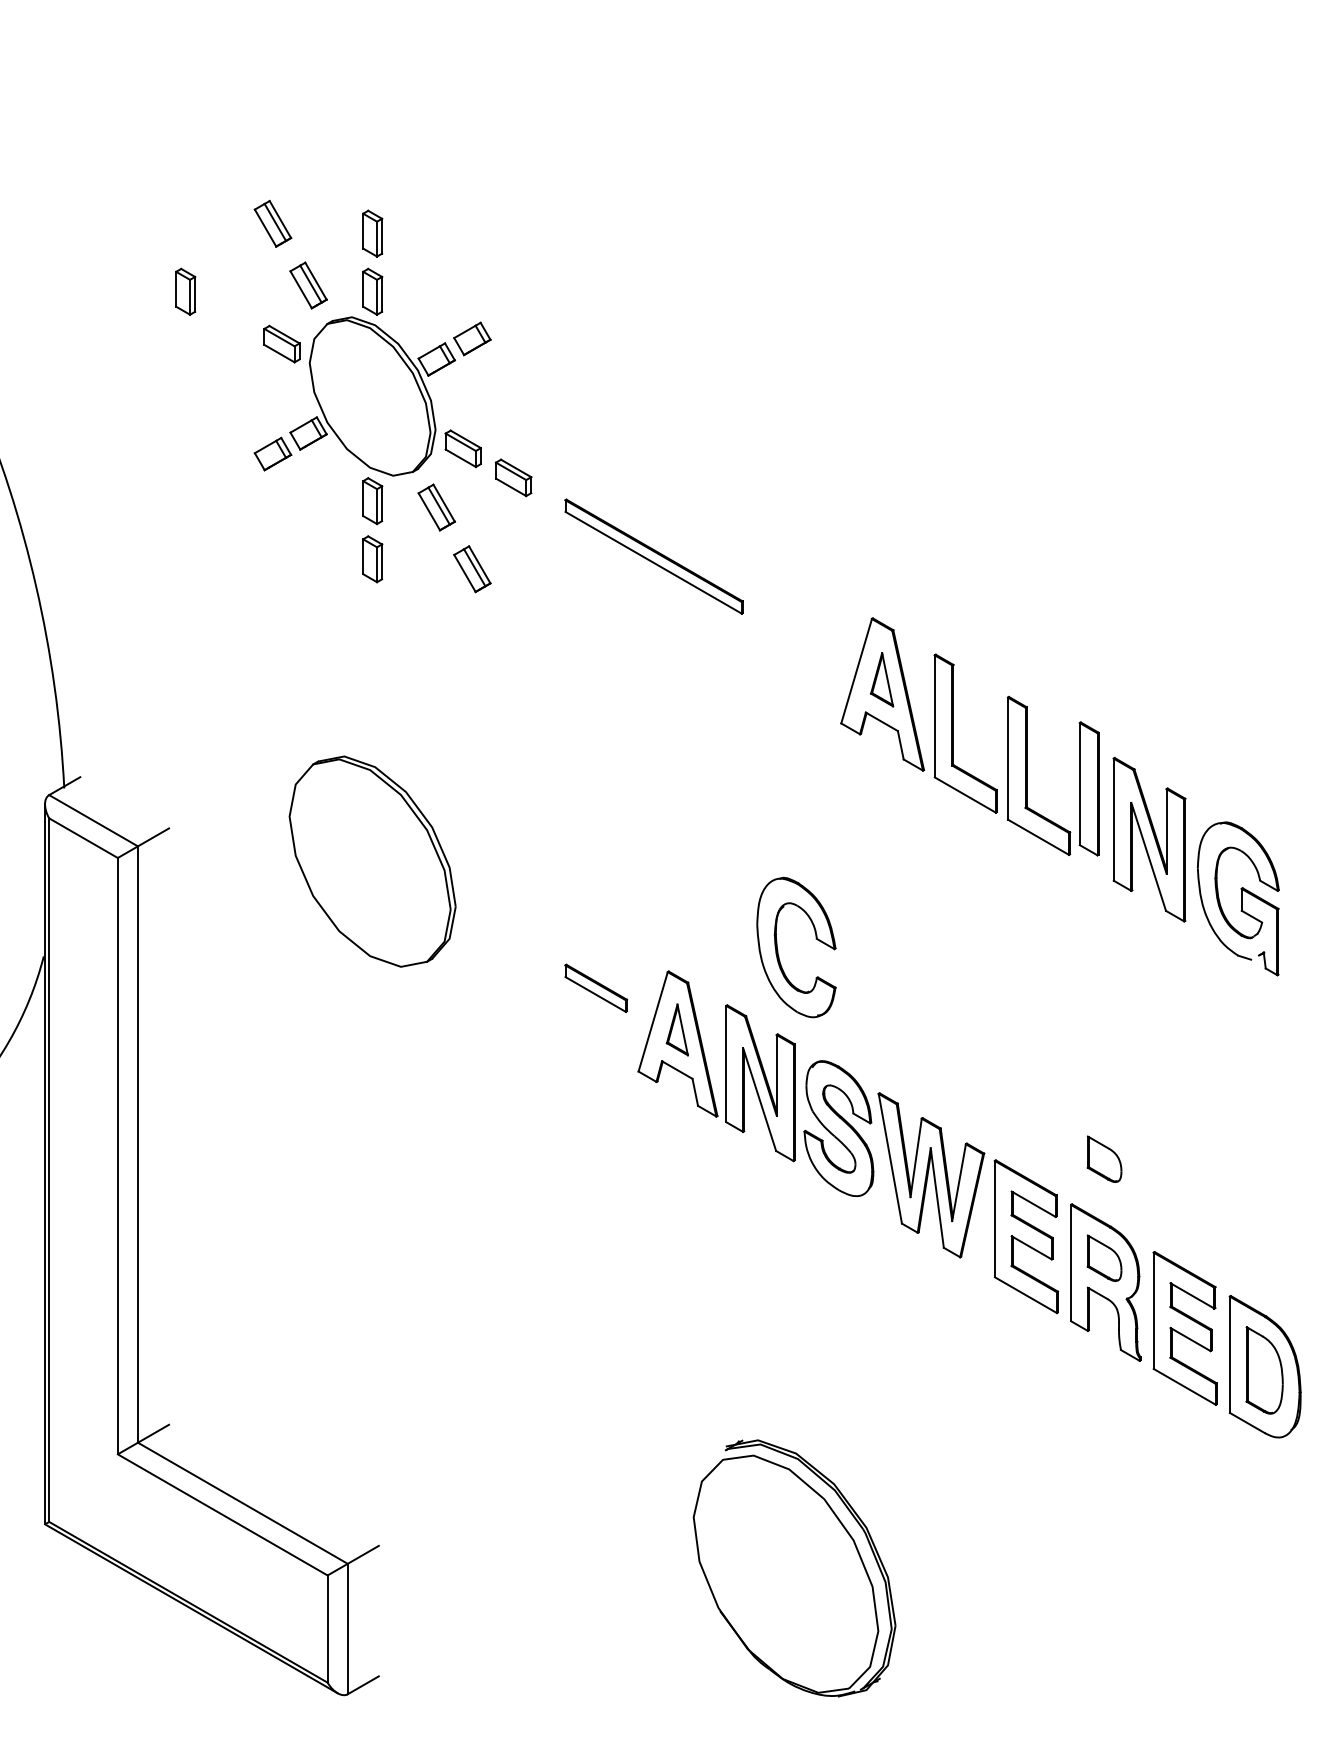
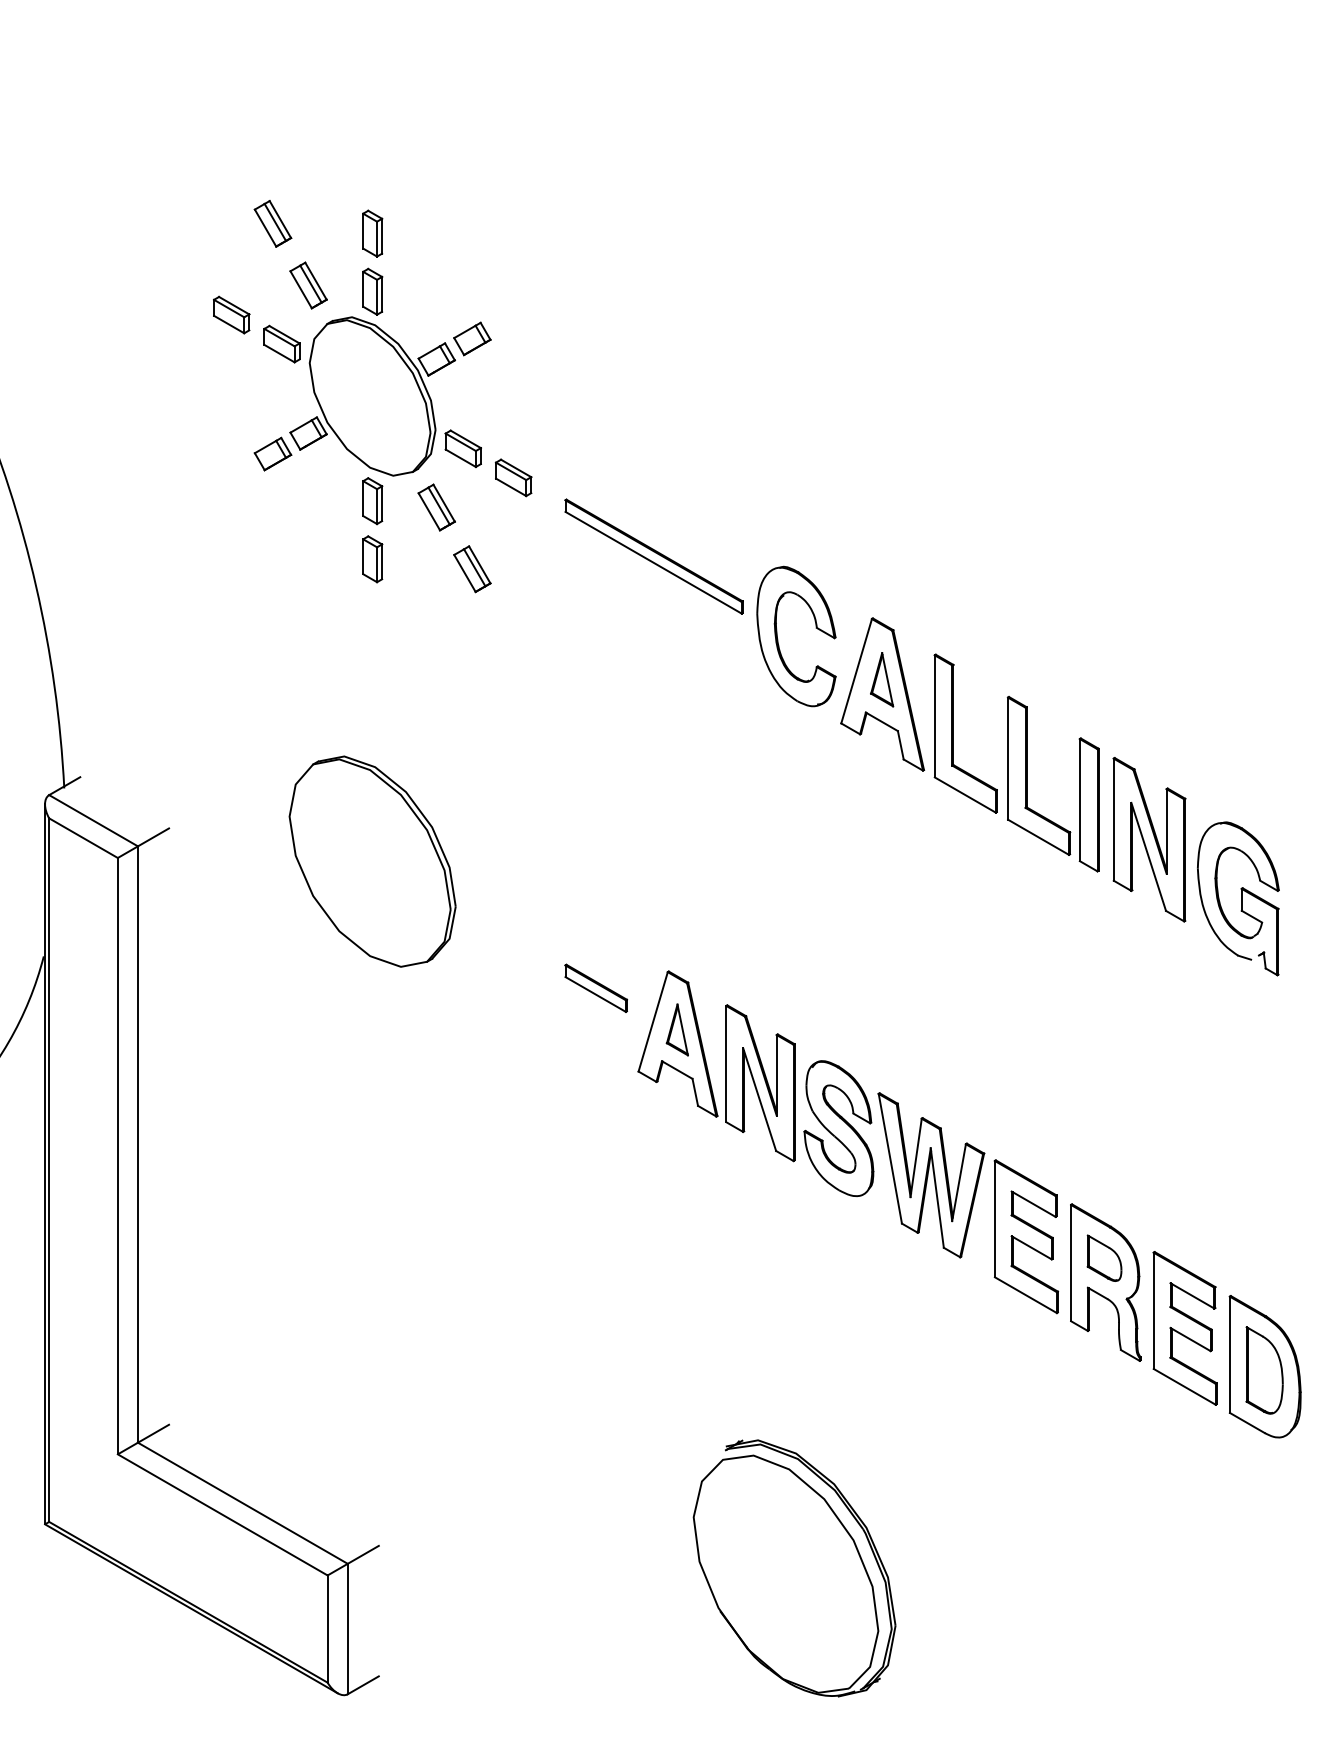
part at (185, 291): present -> none
part at (231, 314): none -> present
part at (1088, 788) position: (1088, 788) -> (1088, 804)
part at (778, 950) position: (778, 950) -> (778, 639)
part at (1104, 1158): present -> none
